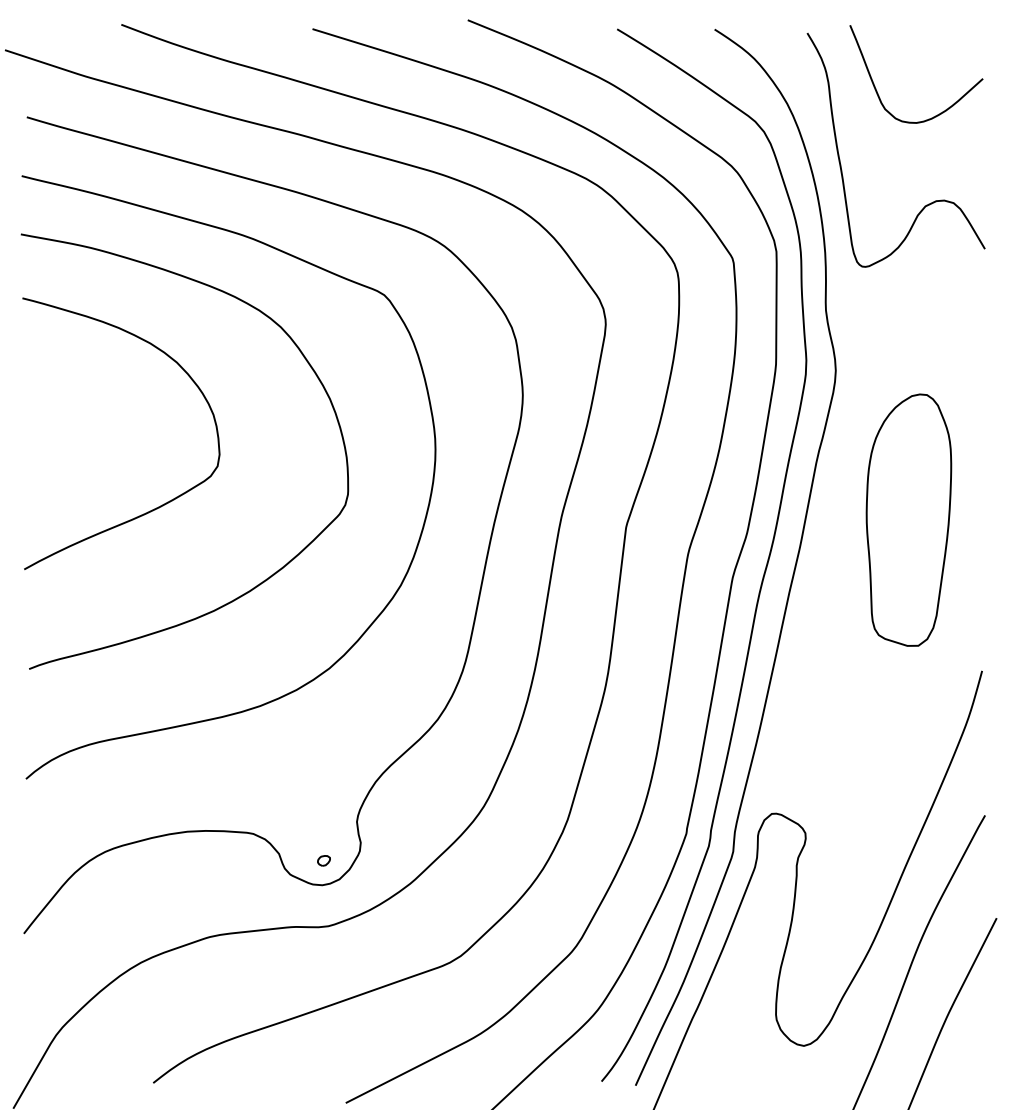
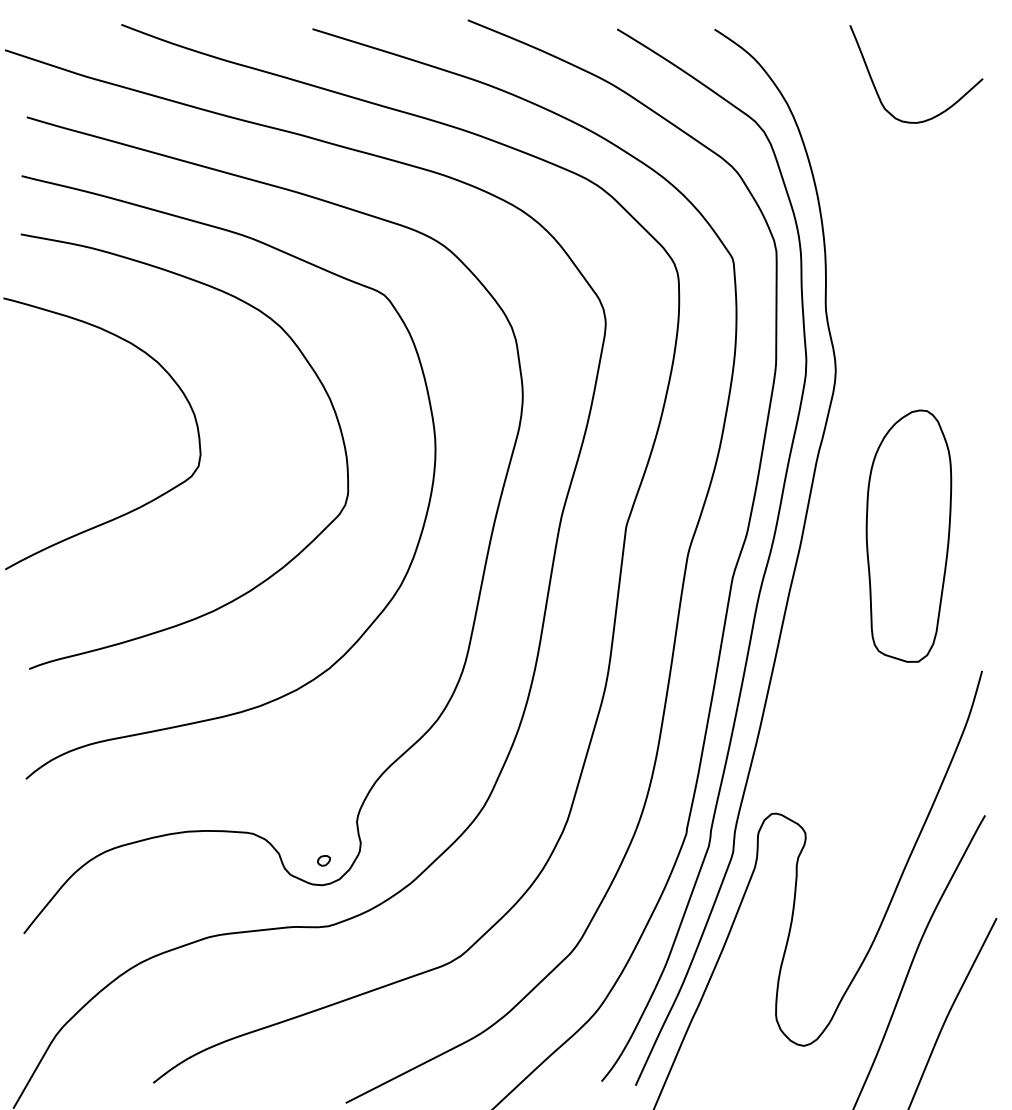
curve at (840, 159): present -> none
curve at (165, 502) position: (165, 502) -> (146, 502)
part at (908, 519) position: (908, 519) -> (908, 535)
